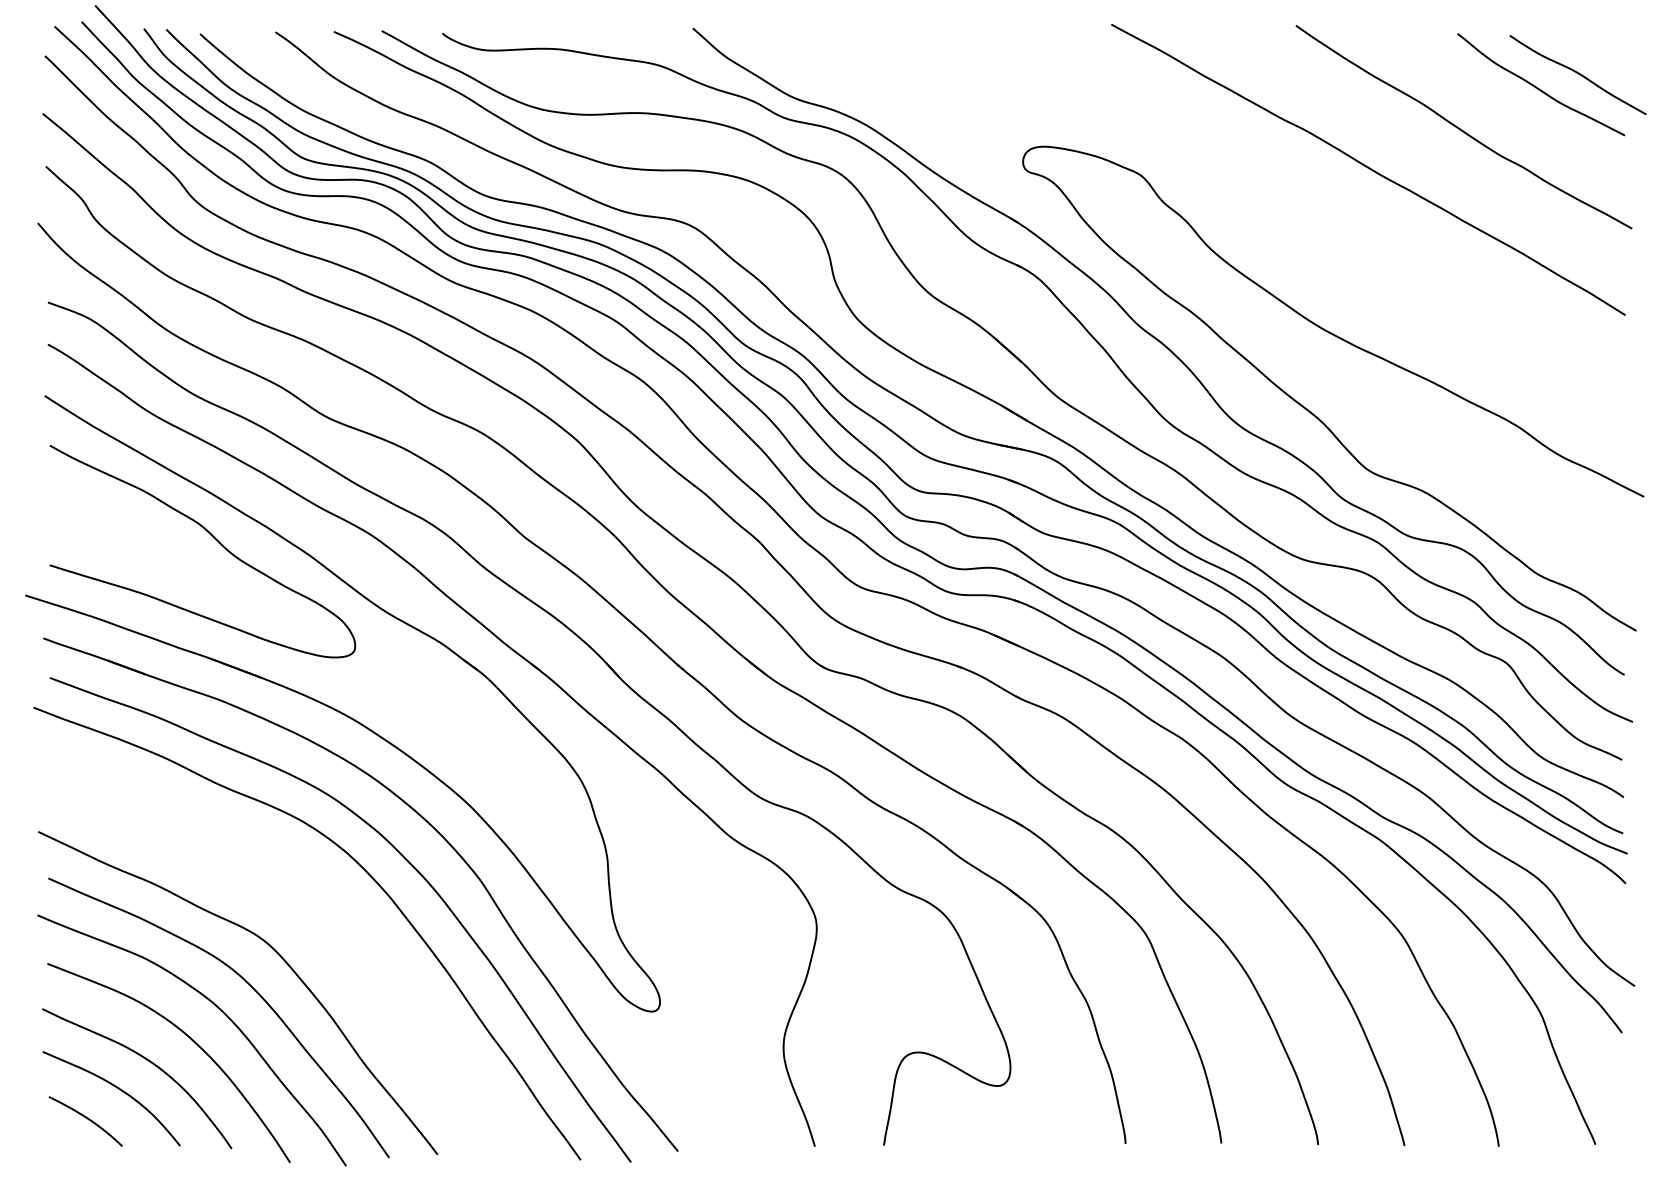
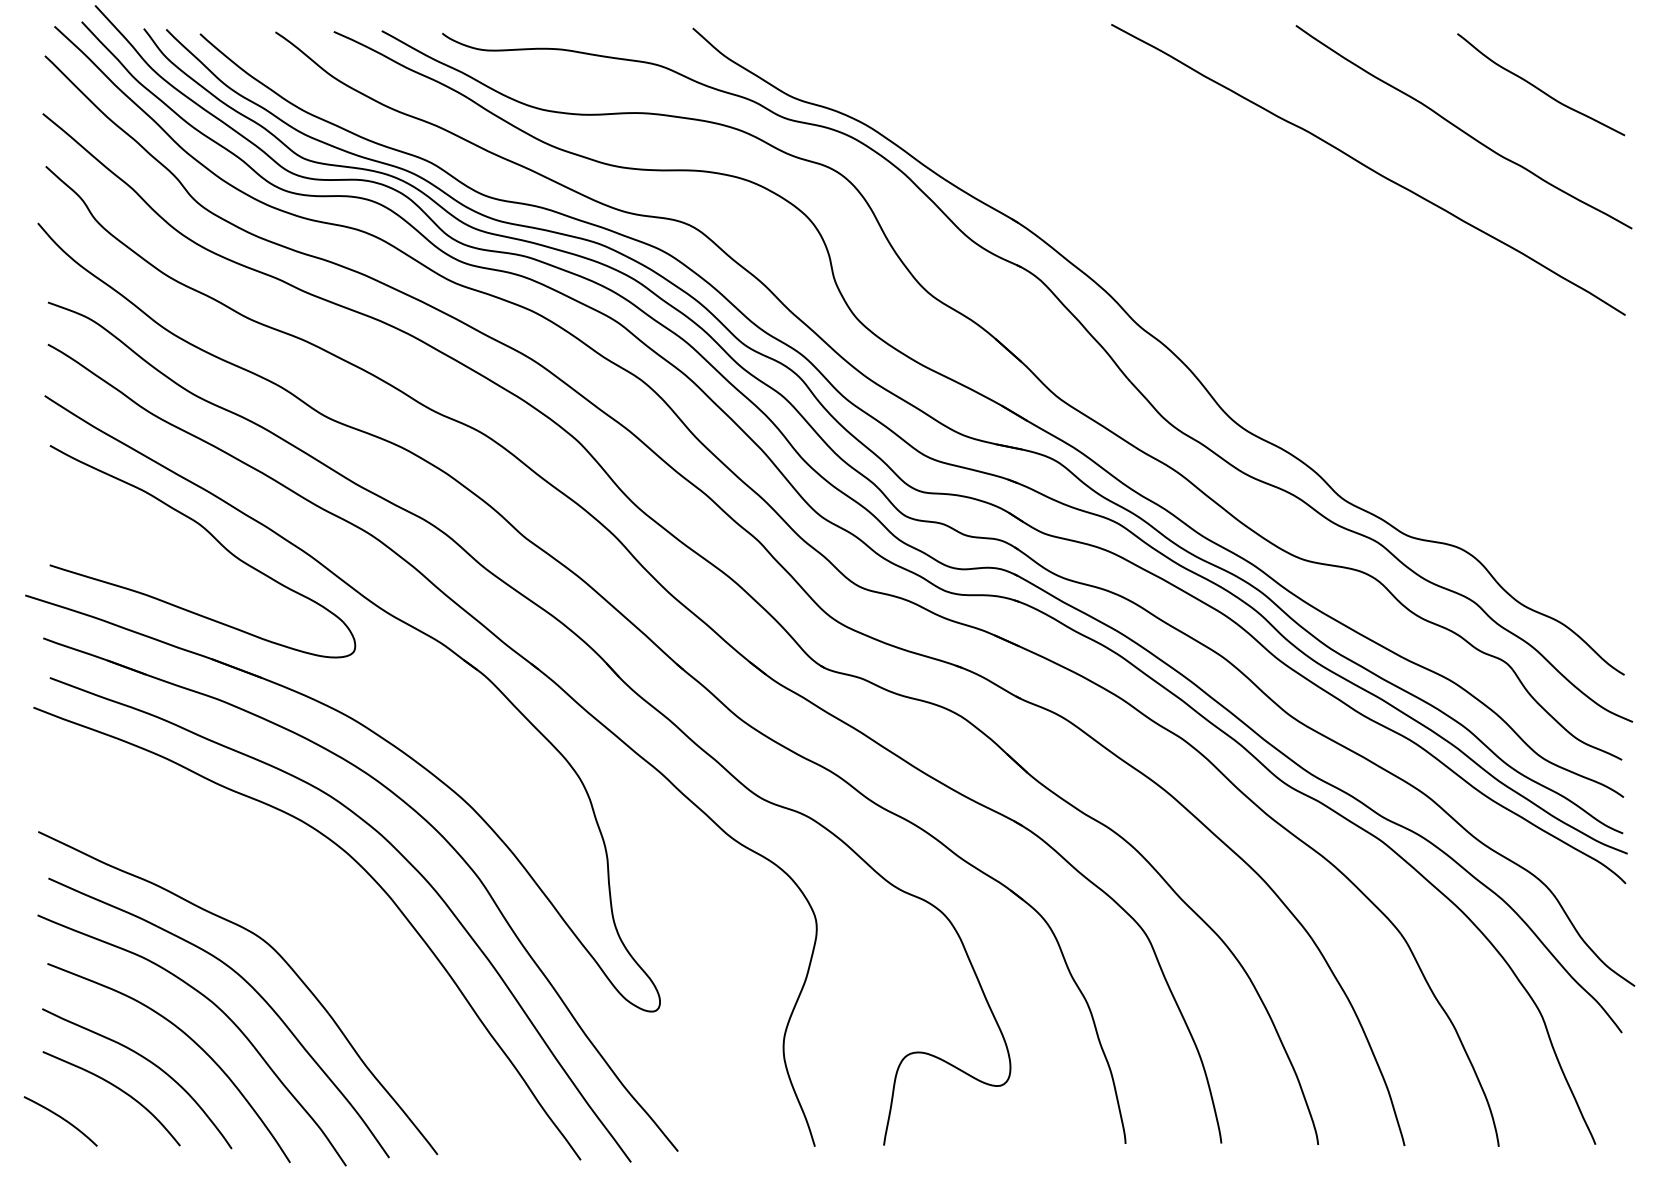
curve at (1578, 74): present -> none
curve at (1312, 412): present -> none
curve at (87, 1119) position: (87, 1119) -> (62, 1119)
